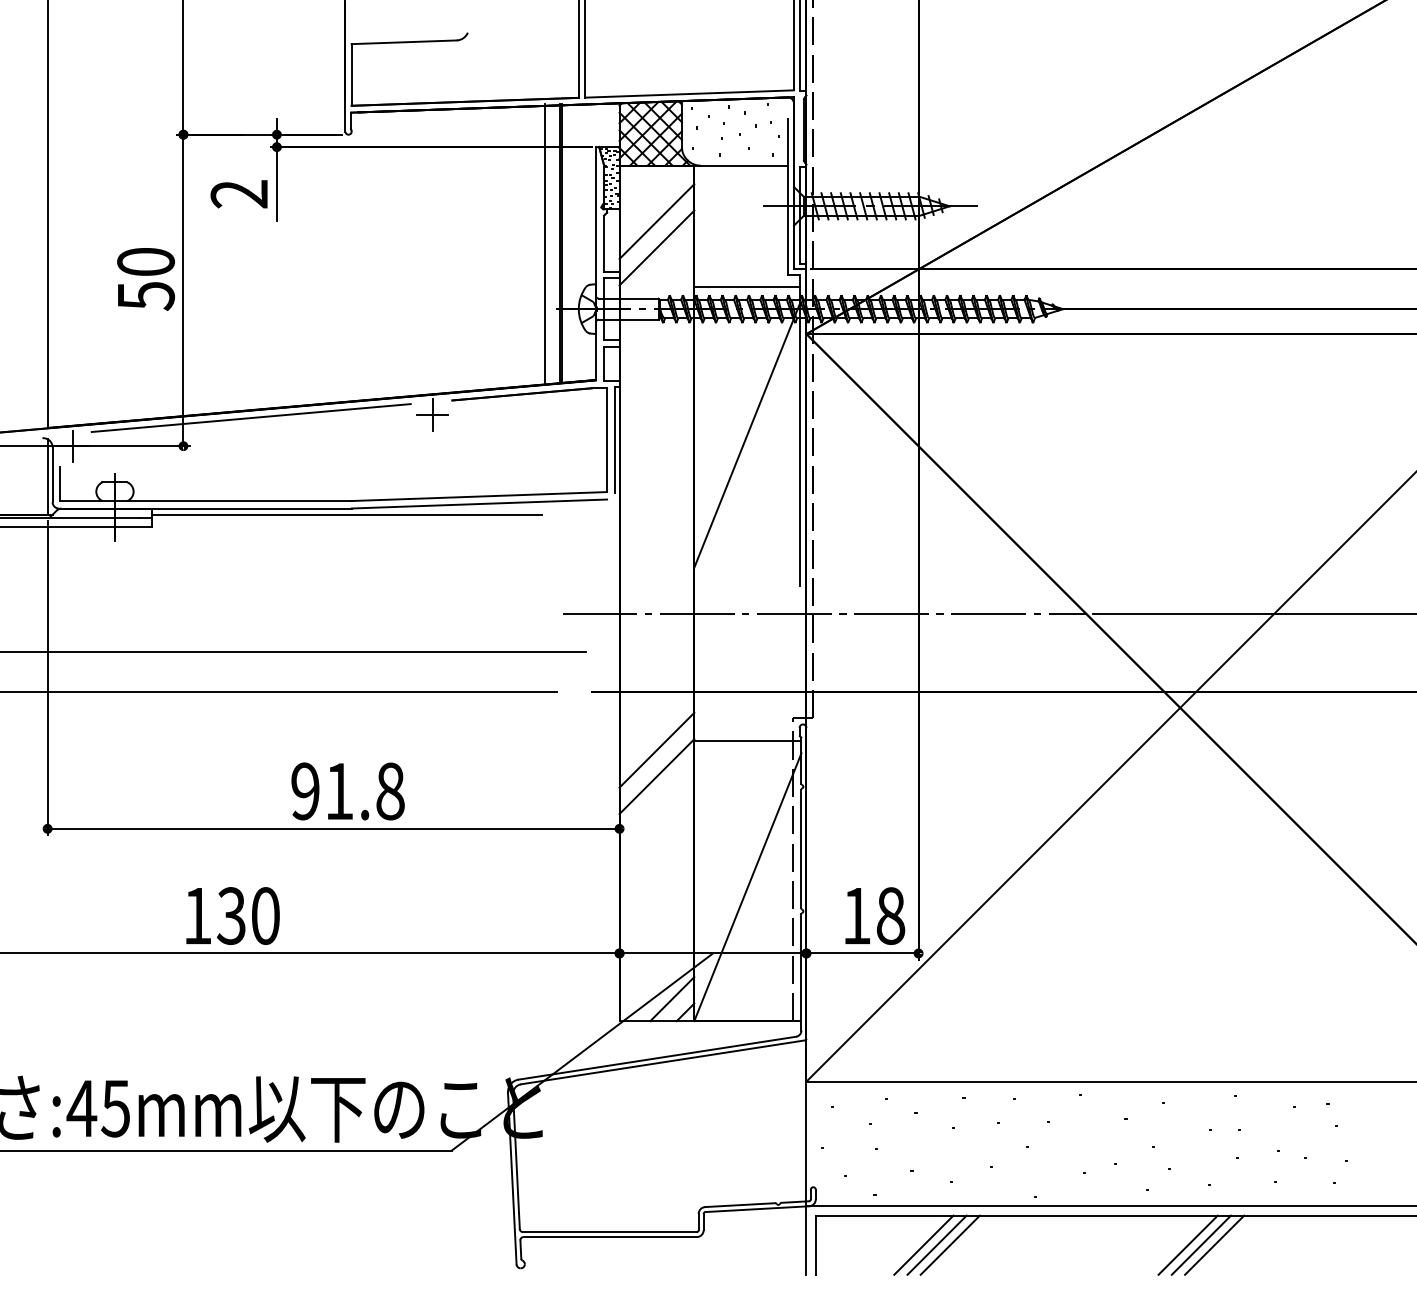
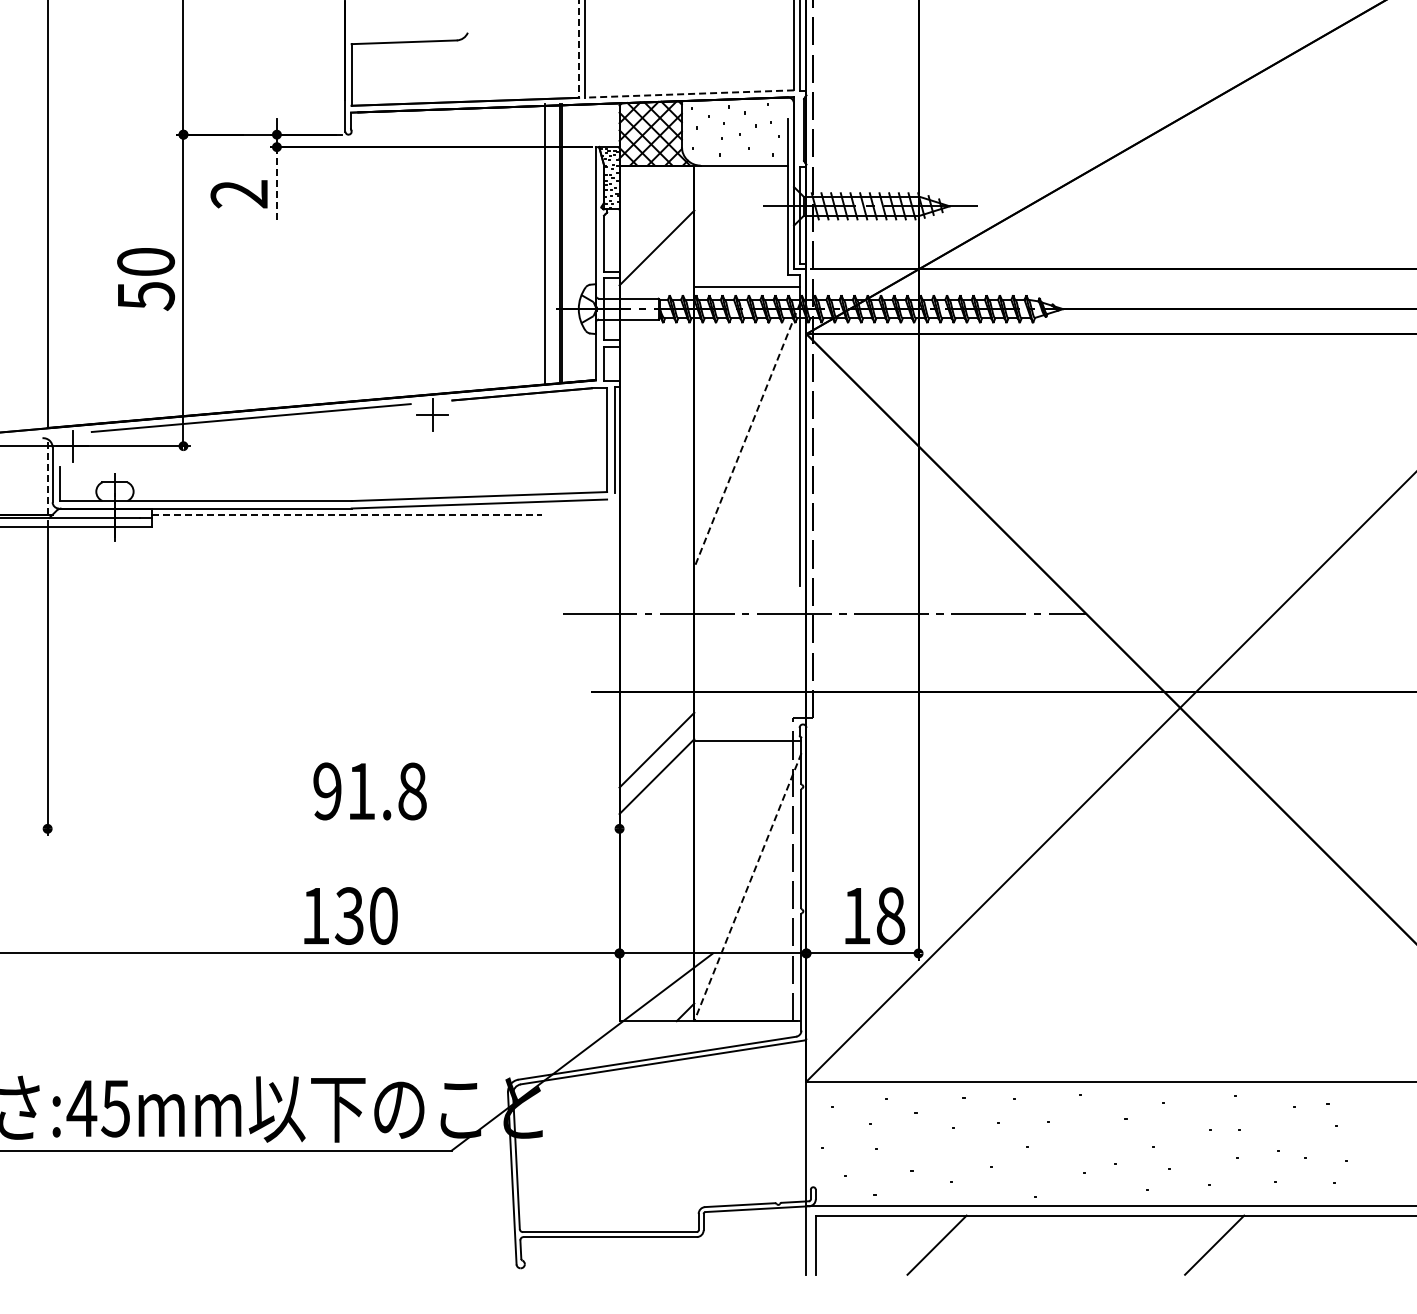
line at (579, 49): solid -> dashed
line at (689, 94): solid -> dashed
line at (276, 184): solid -> dashed
line at (656, 221): present -> none
line at (747, 435): solid -> dashed
line at (47, 476): solid -> dashed
line at (347, 514): solid -> dashed
line at (1252, 614): present -> none
line at (293, 651): present -> none
line at (279, 692): present -> none
text at (347, 791) position: (347, 791) -> (369, 791)
line at (333, 828): present -> none
line at (747, 887): solid -> dashed
text at (232, 915) position: (232, 915) -> (350, 915)
line at (672, 999): present -> none
line at (923, 1244): present -> none
line at (949, 1244): present -> none
line at (1187, 1244): present -> none
line at (1201, 1244): present -> none
